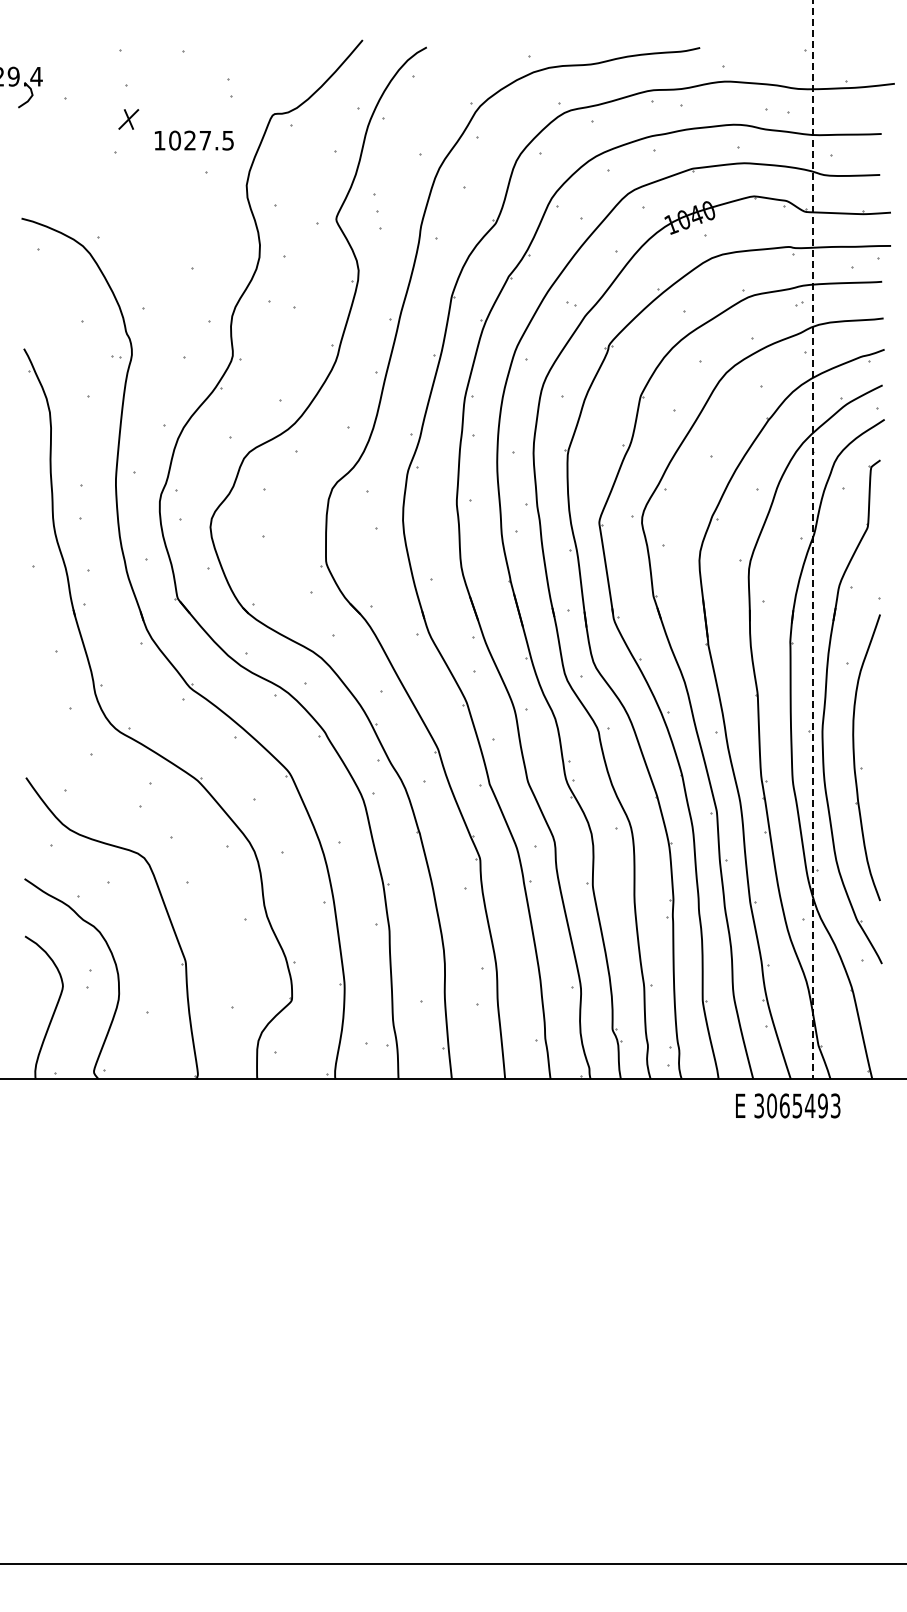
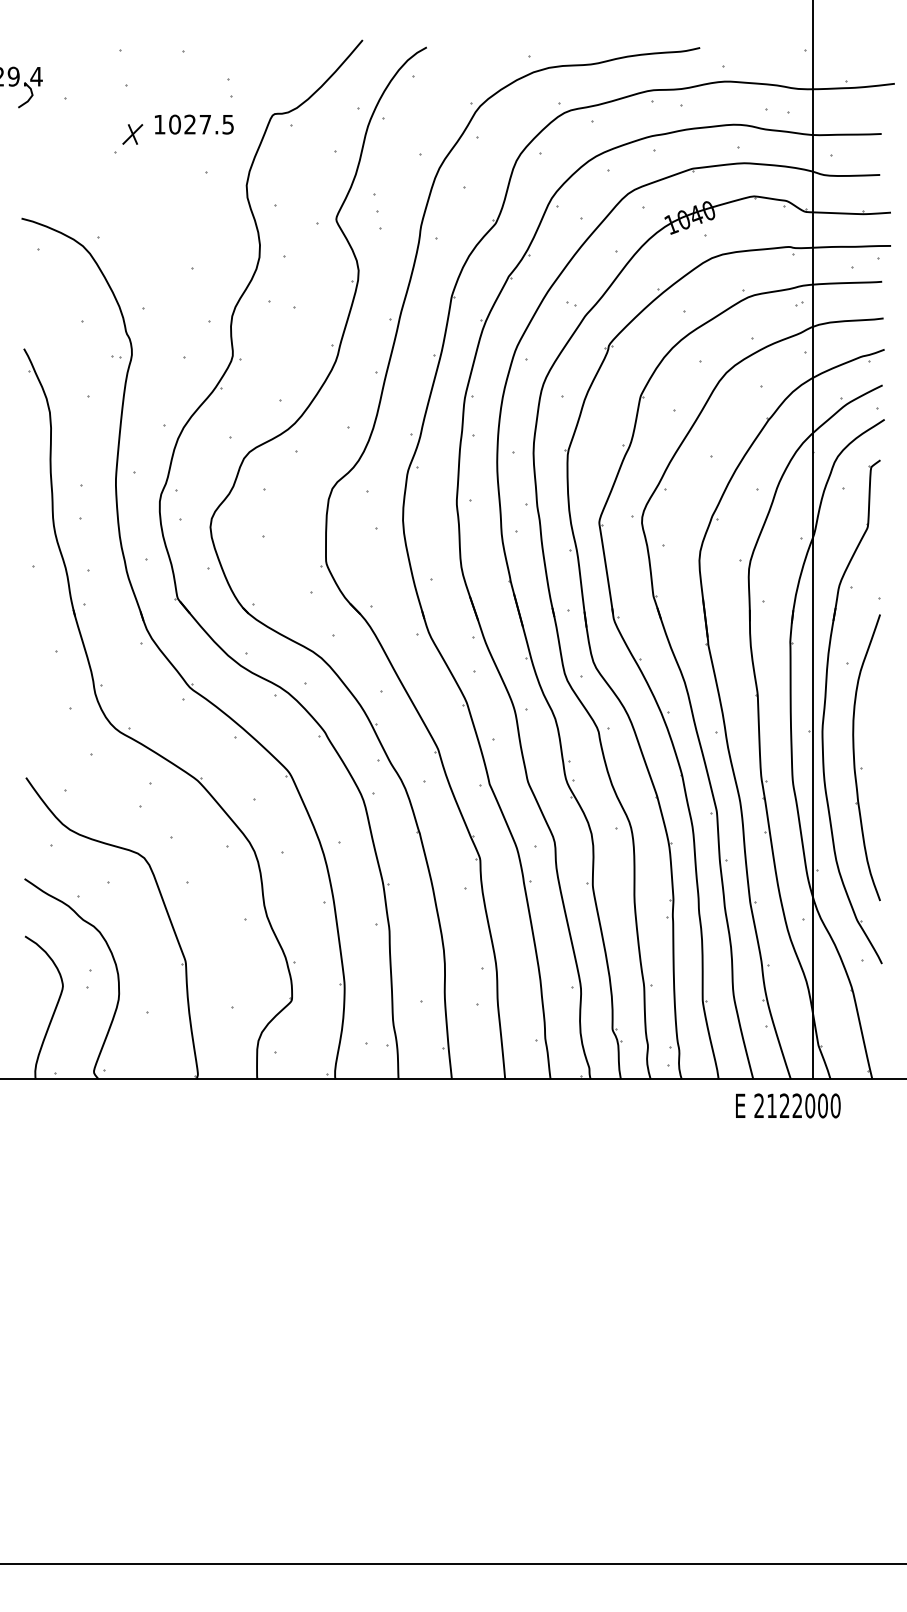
part at (128, 119) position: (128, 119) -> (132, 134)
text at (194, 140) position: (194, 140) -> (194, 124)
line at (812, 540): dashed -> solid
text at (797, 1105): 3065493 -> 2122000
